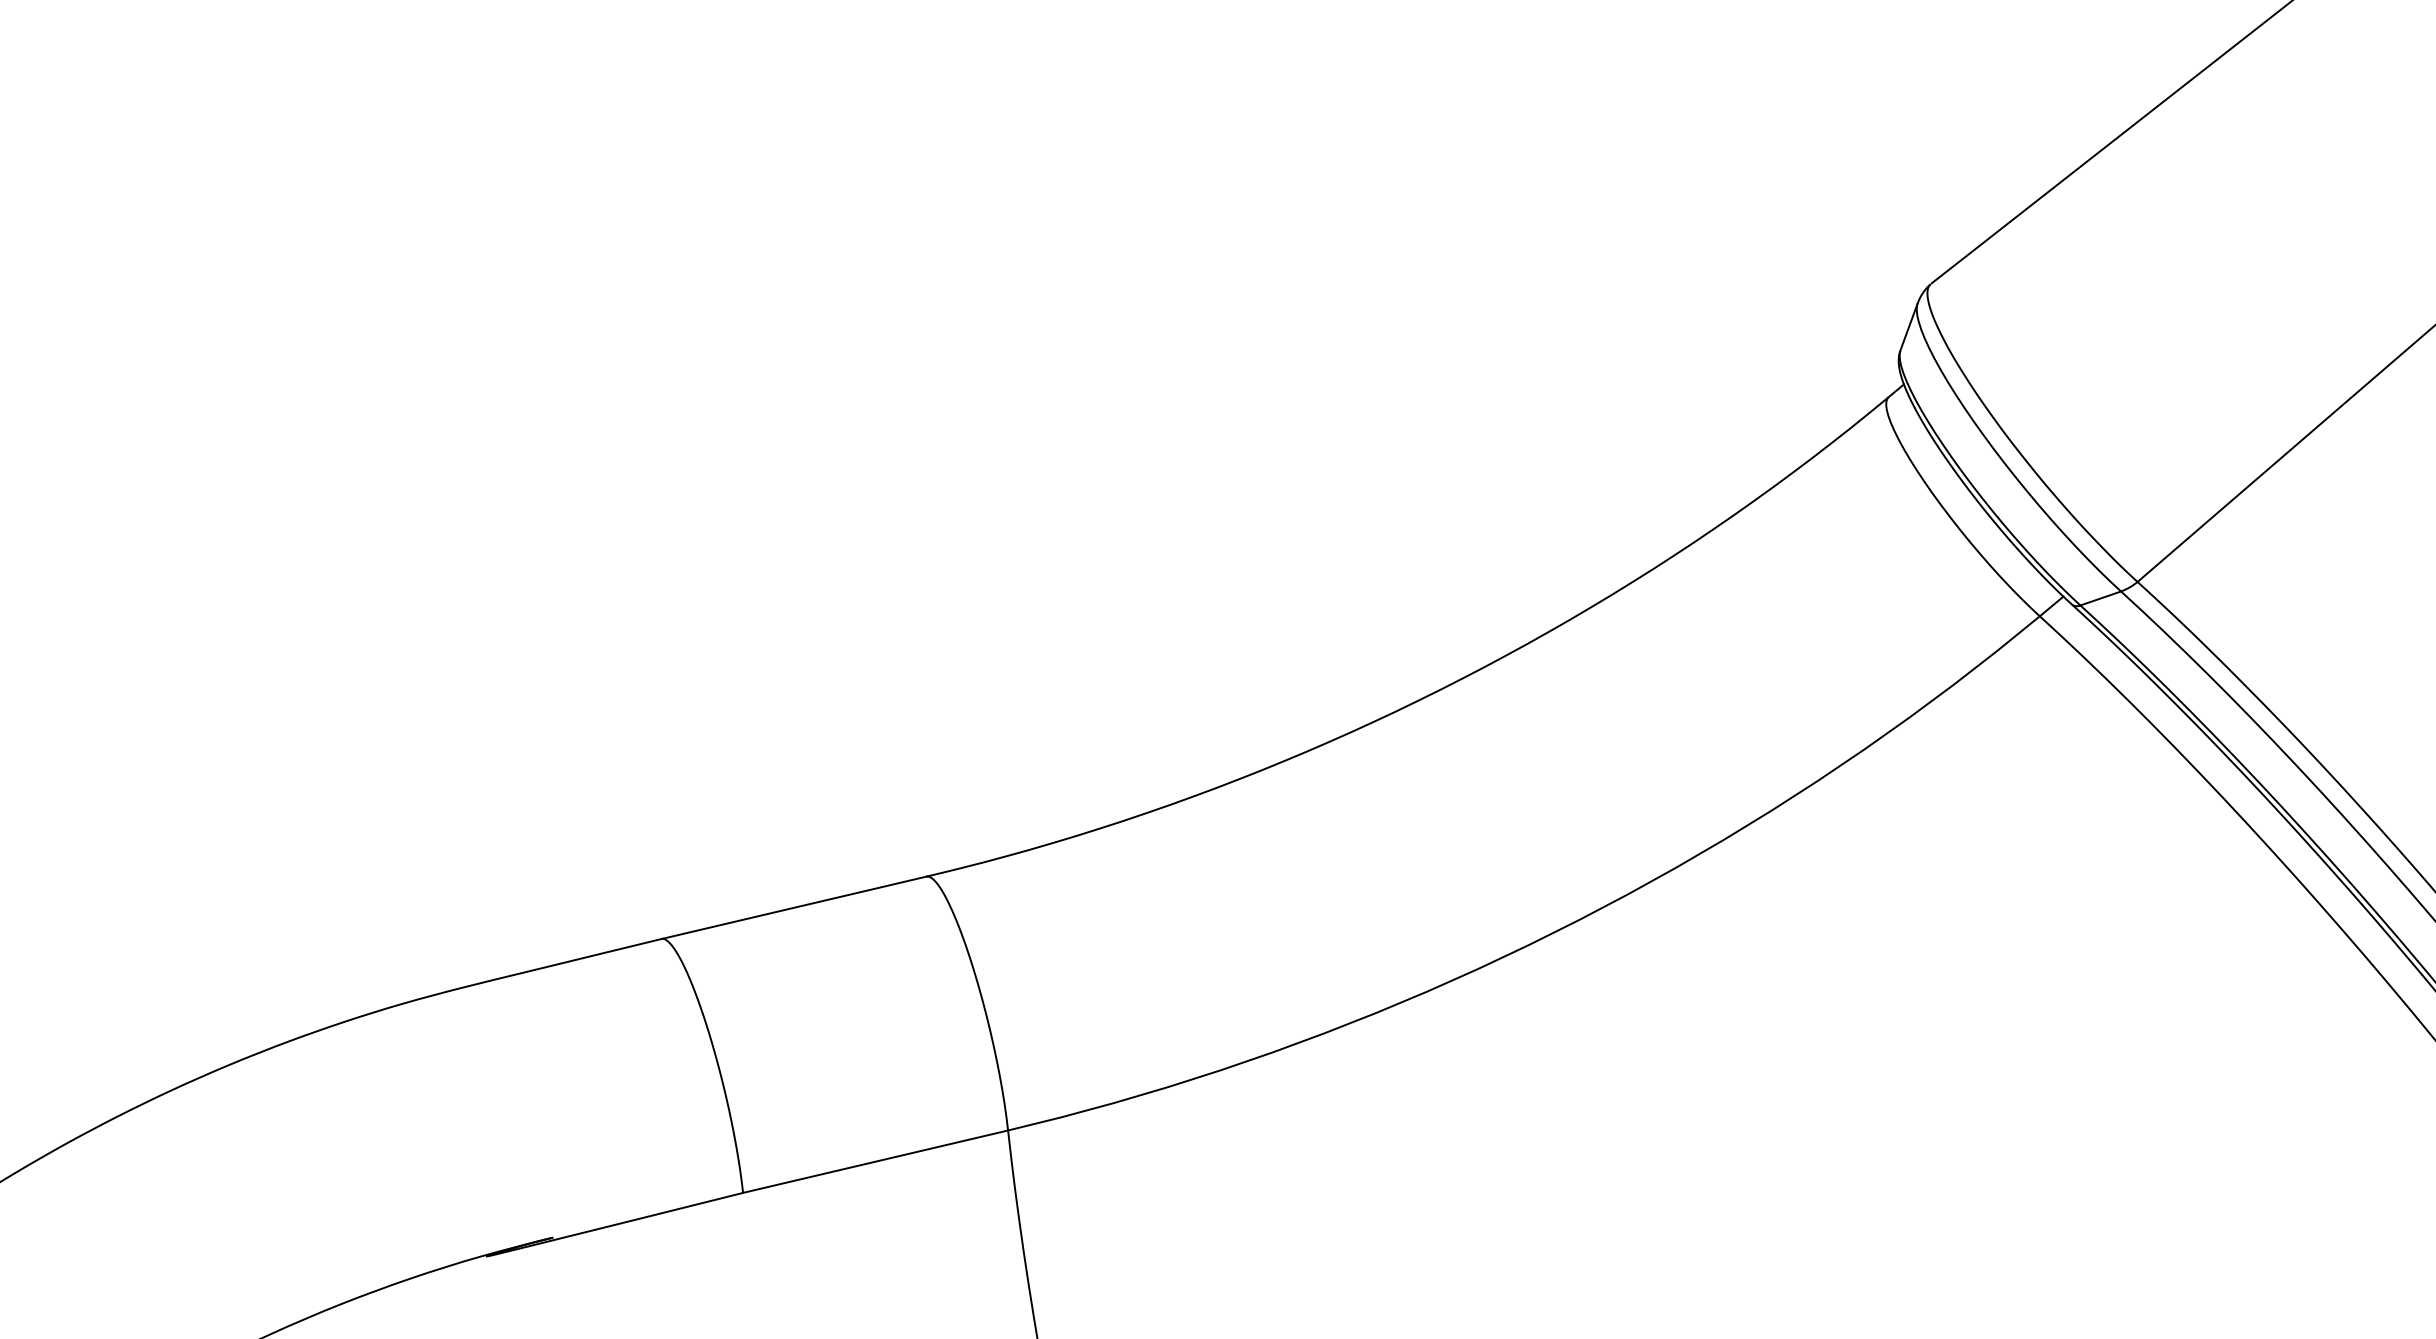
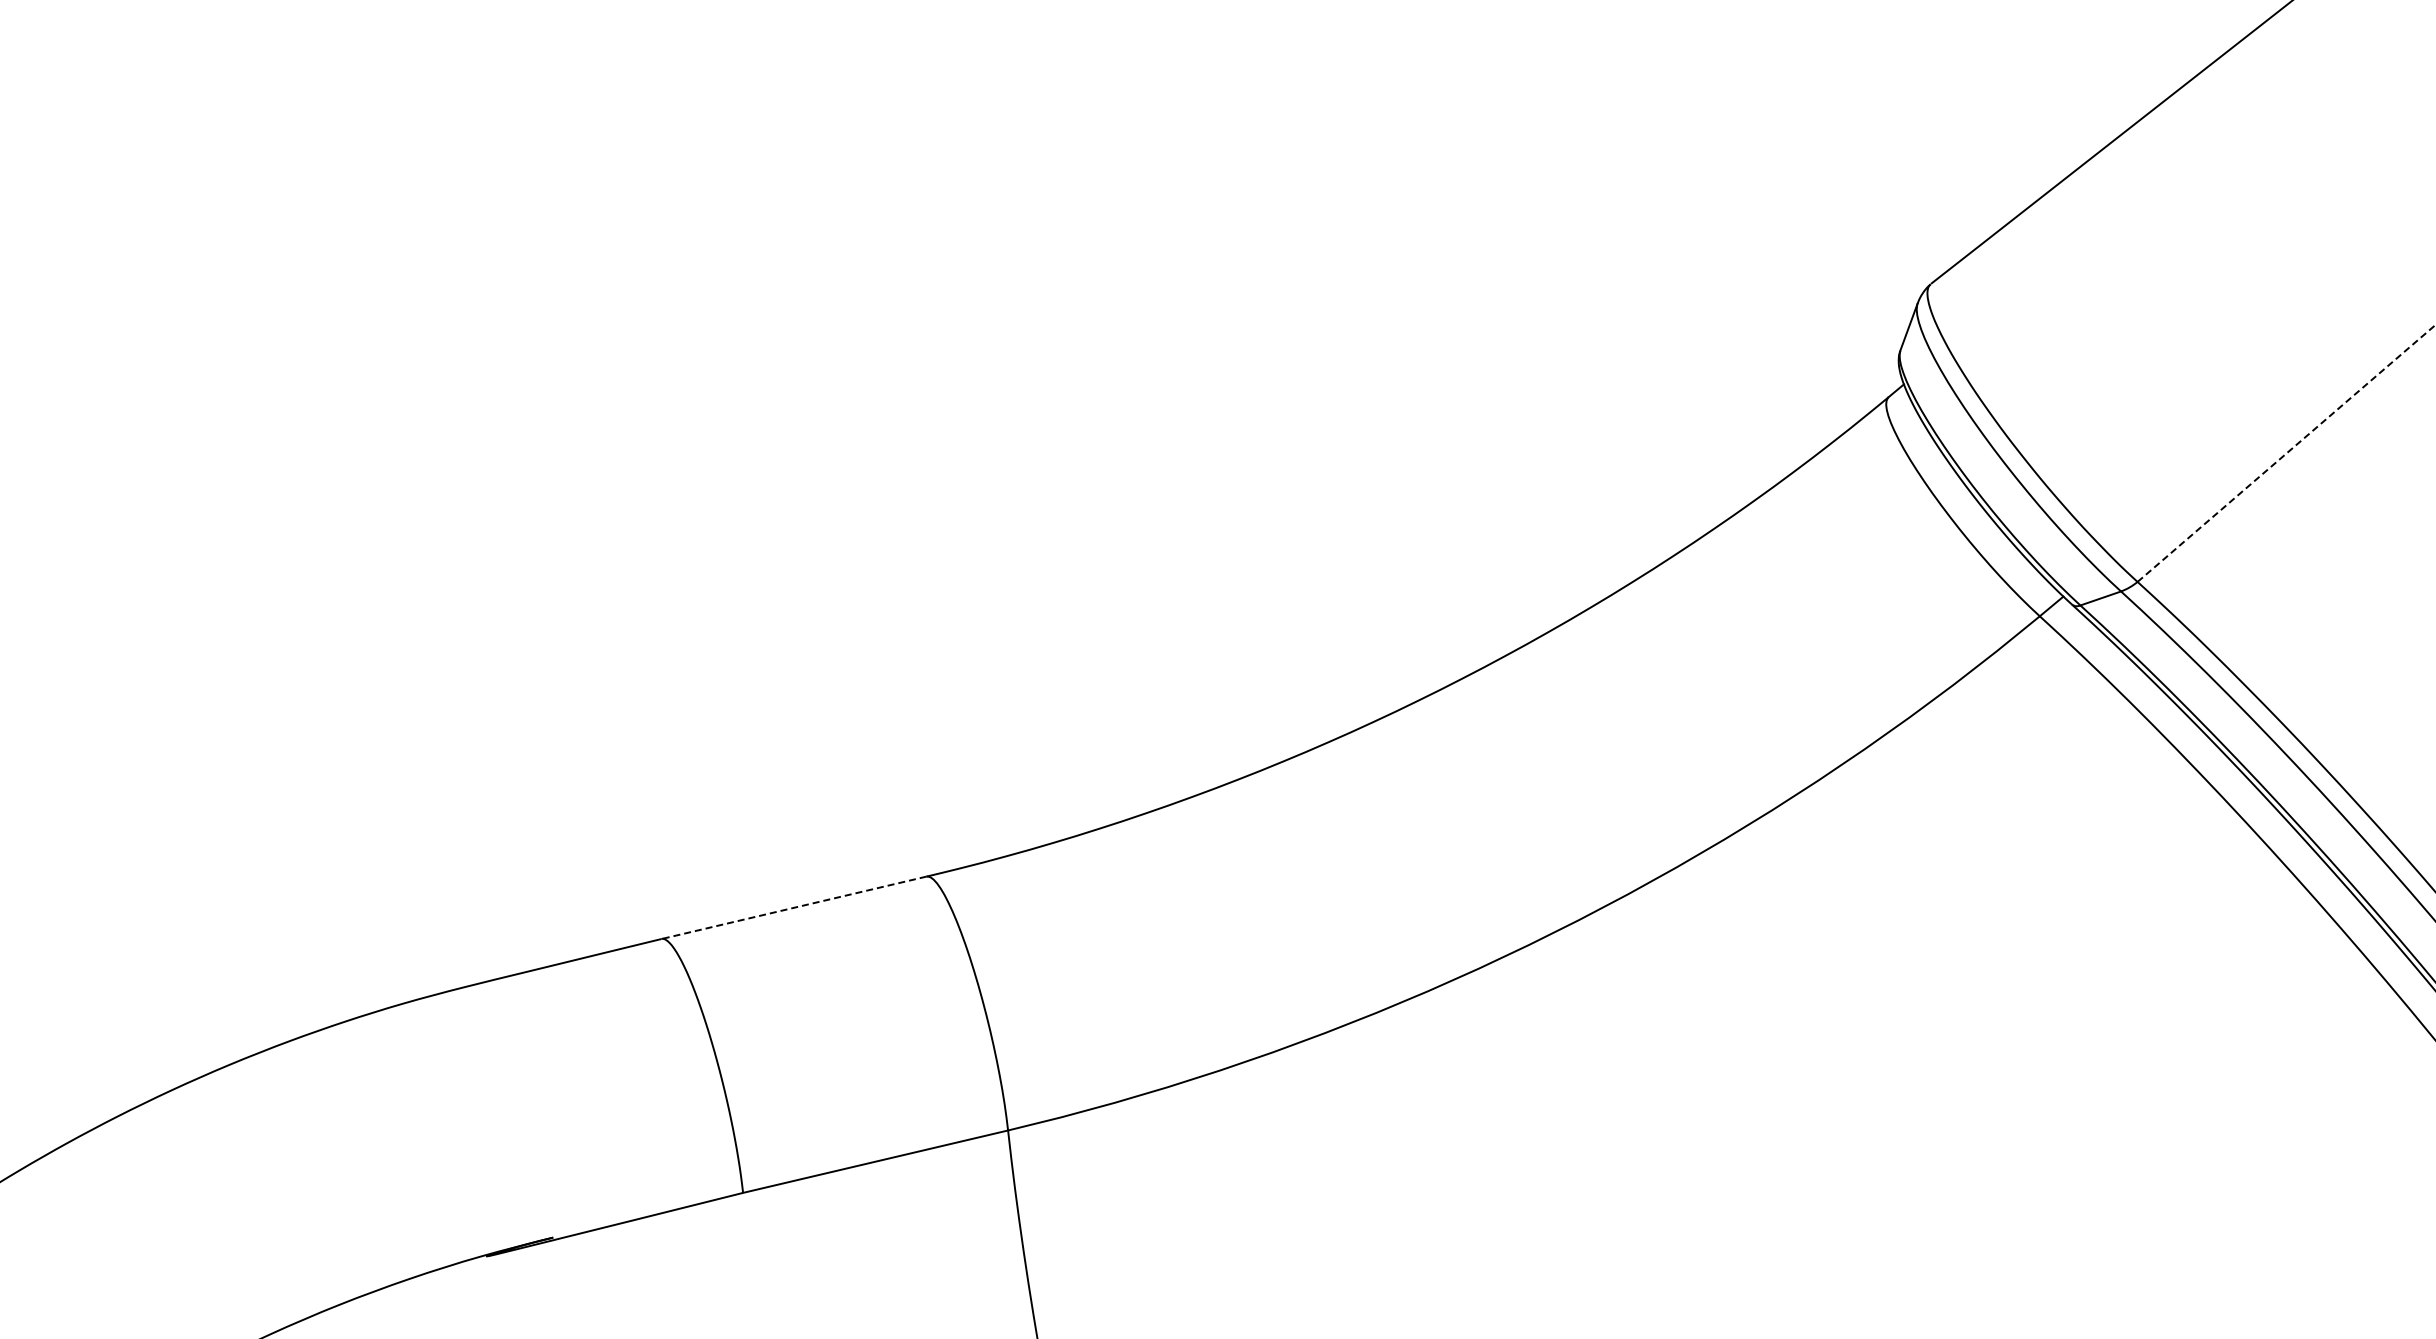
line at (2286, 453): solid -> dashed
line at (793, 907): solid -> dashed
